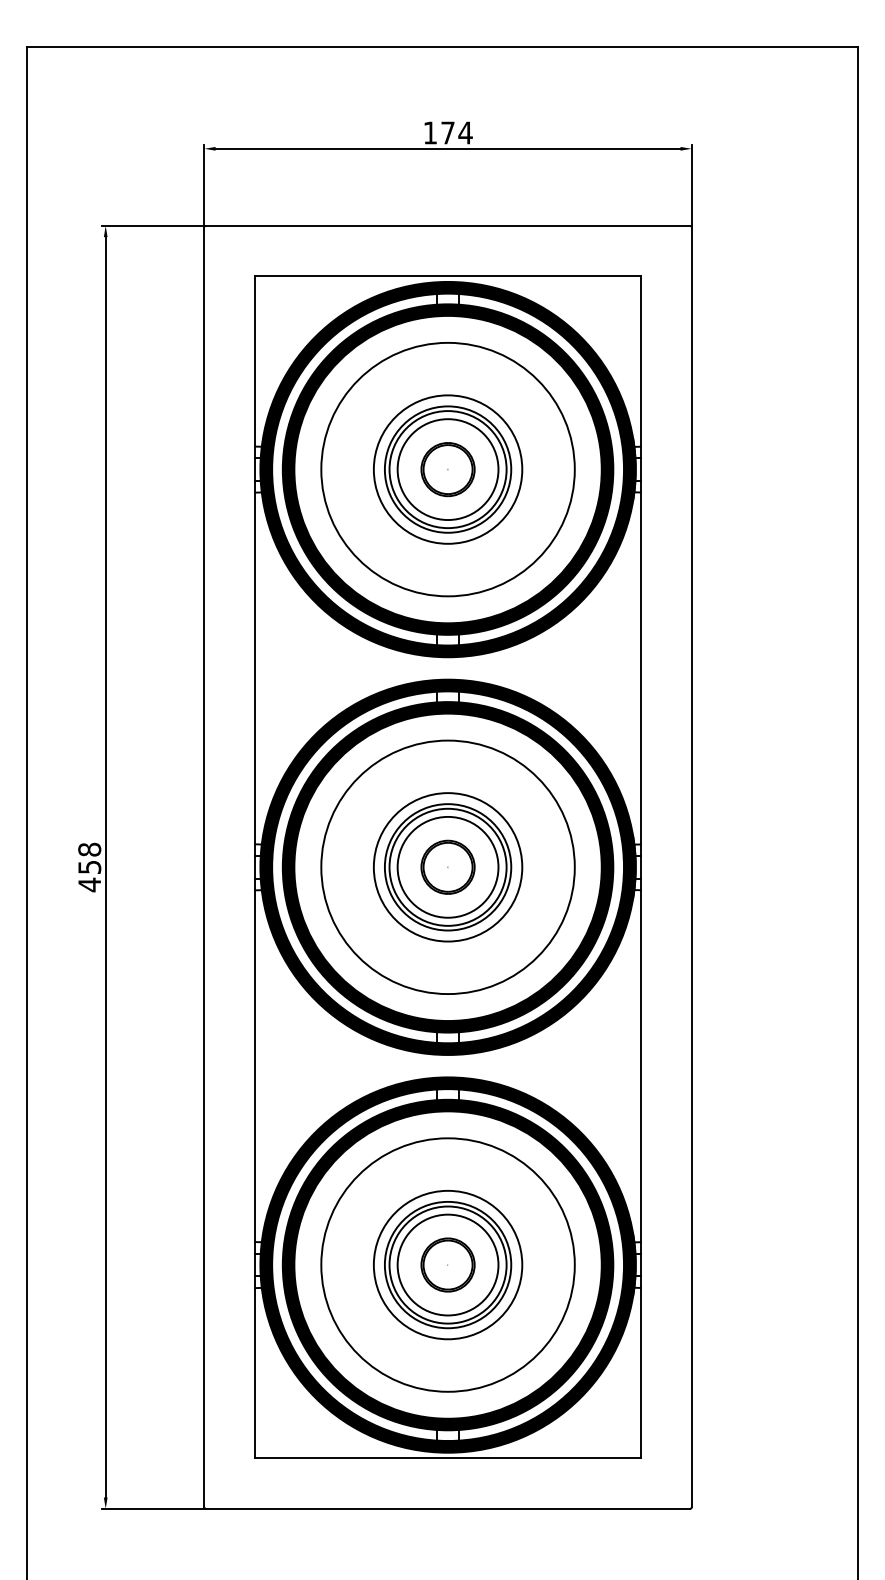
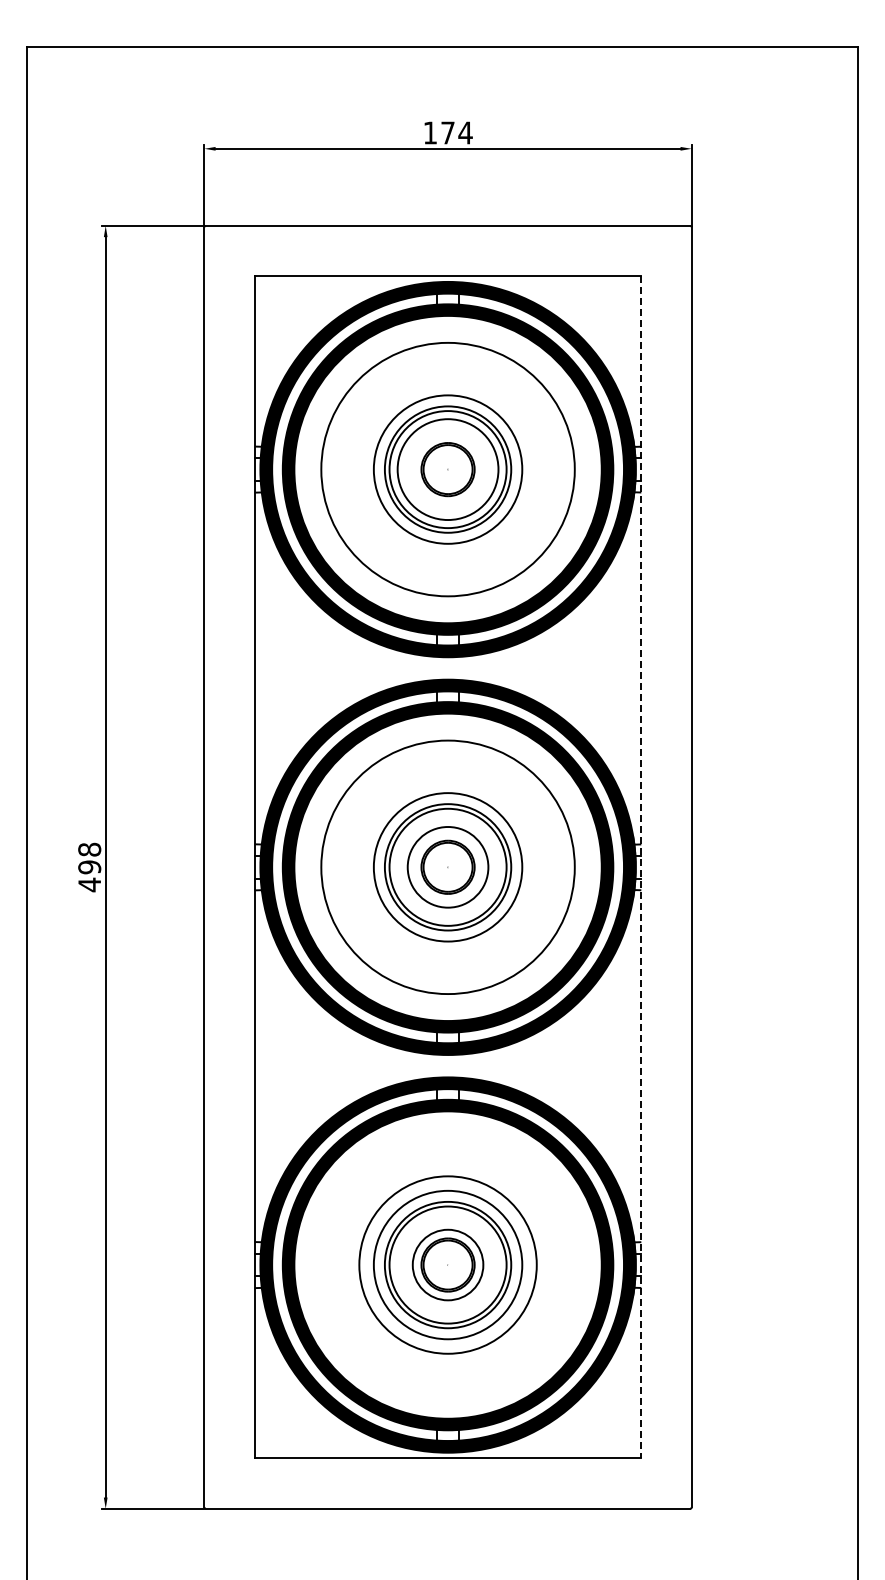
circle at (447, 866) diameter: 101 px -> 81 px
text at (89, 867): 458 -> 498
line at (641, 867): solid -> dashed
circle at (447, 1264) diameter: 101 px -> 71 px
circle at (447, 1264) diameter: 253 px -> 177 px
